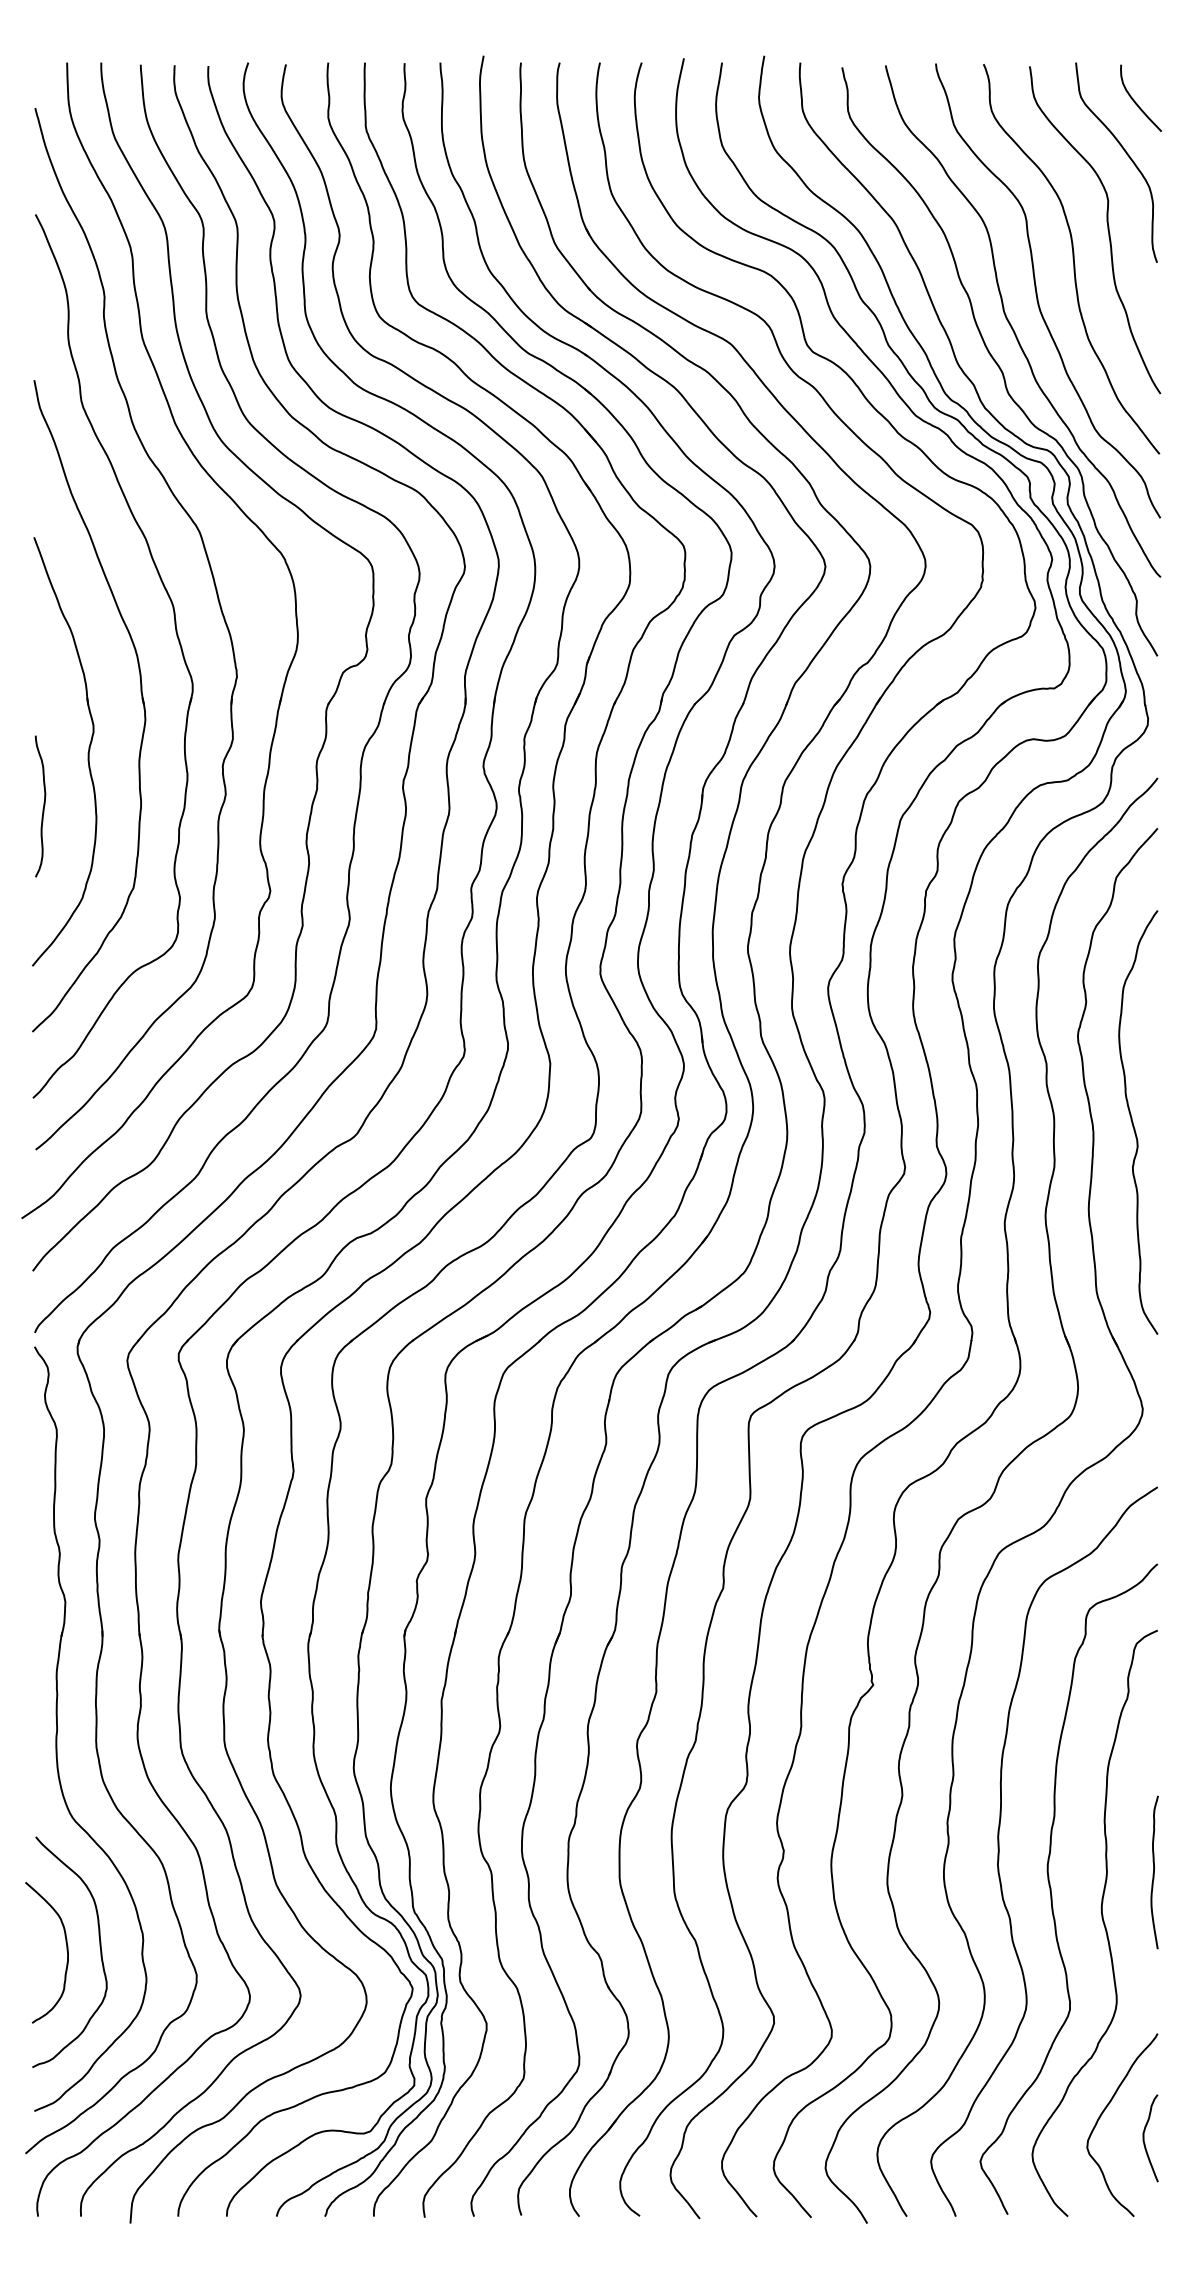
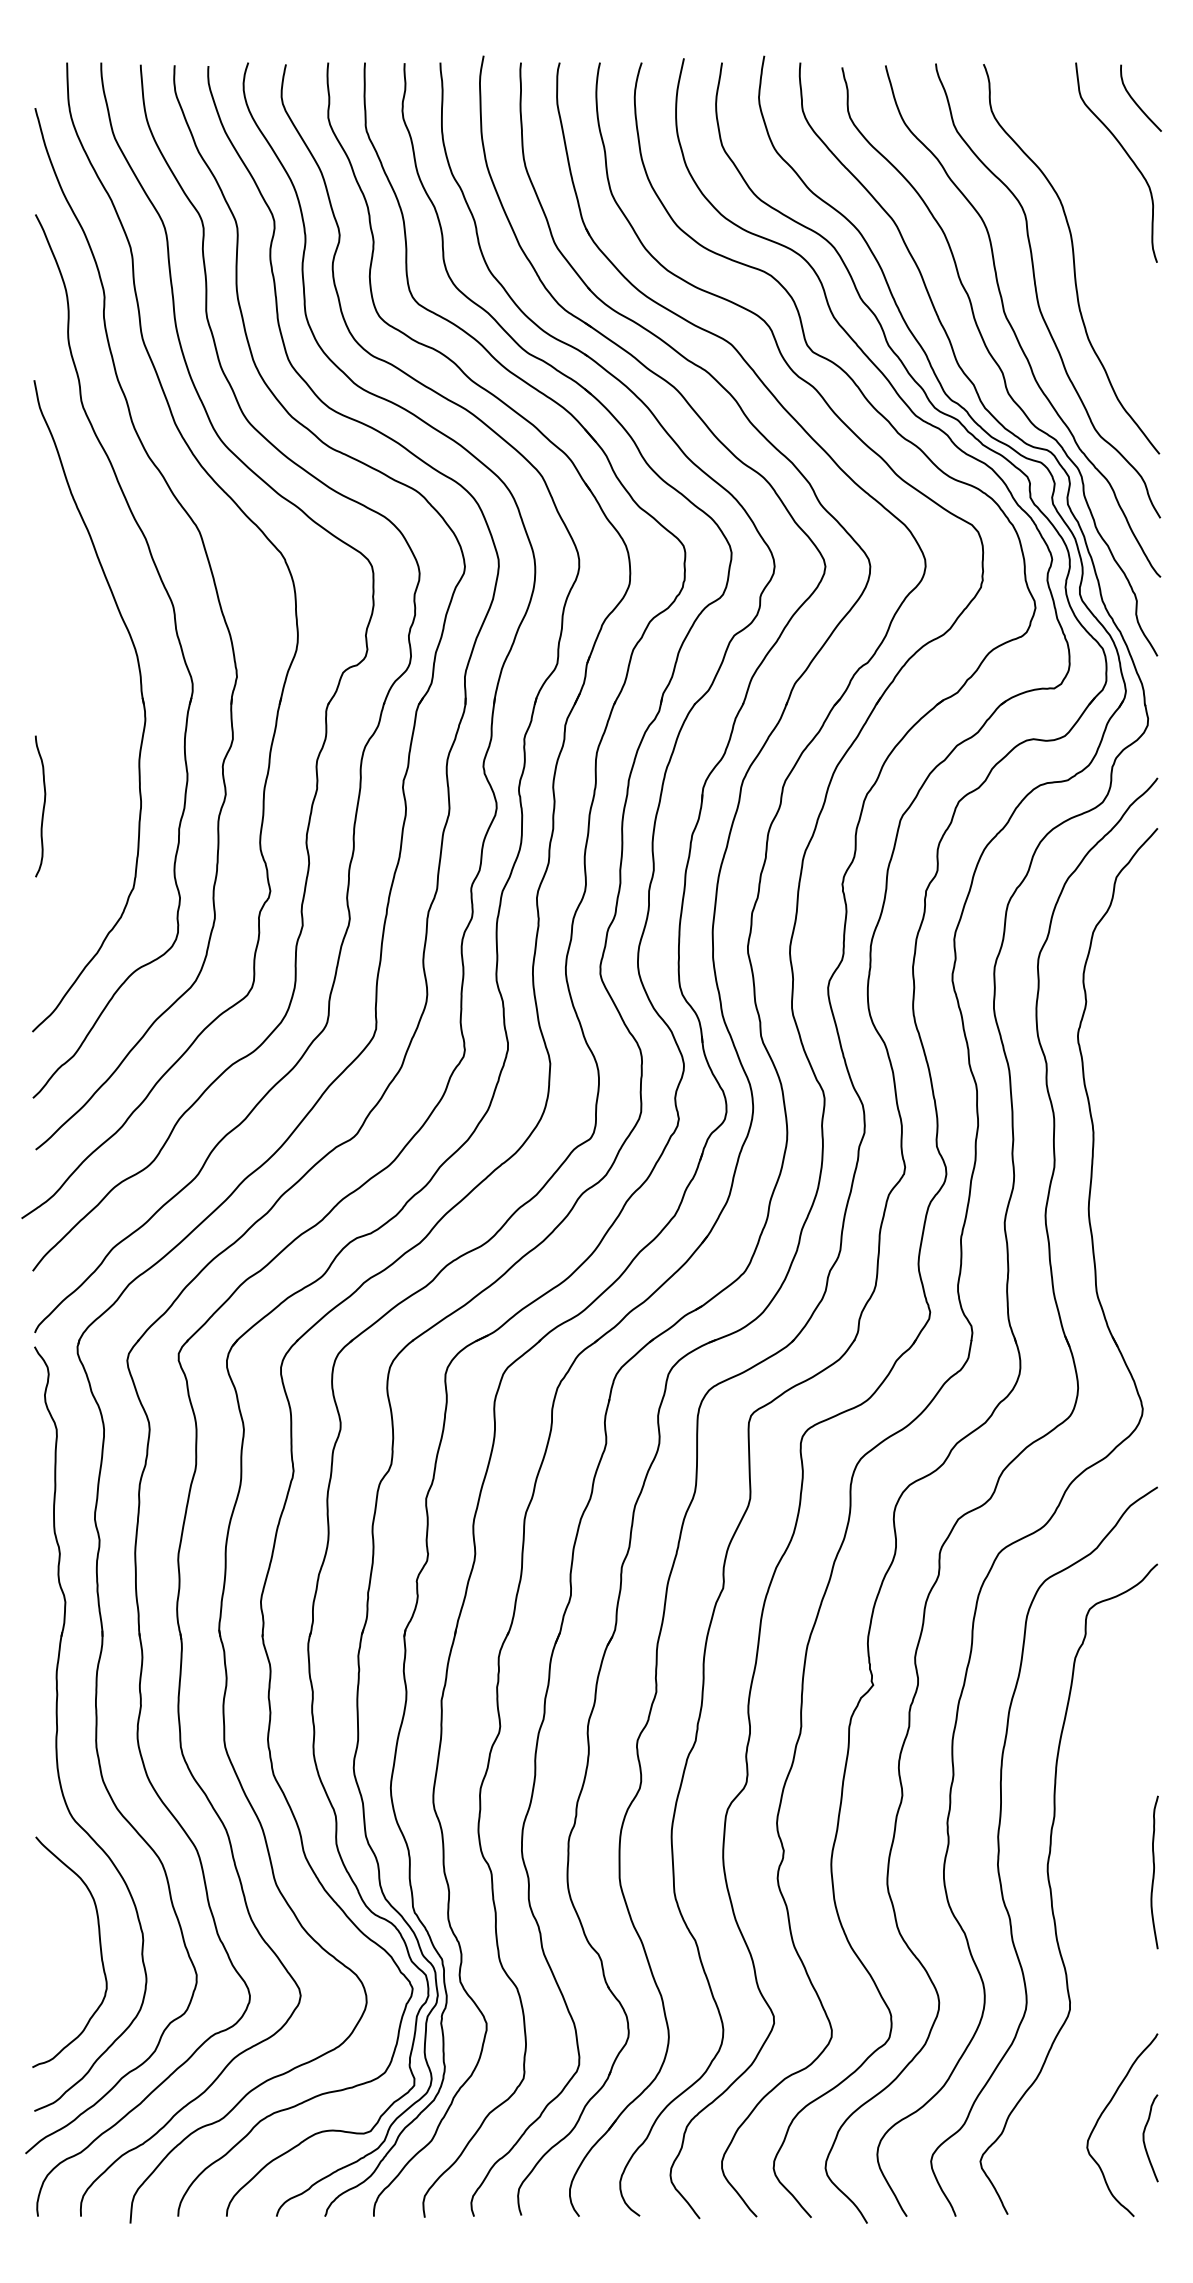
curve at (1107, 230): present -> none
part at (87, 752): present -> none
curve at (1133, 1122): present -> none
curve at (1102, 1922): present -> none
curve at (66, 1951): present -> none
